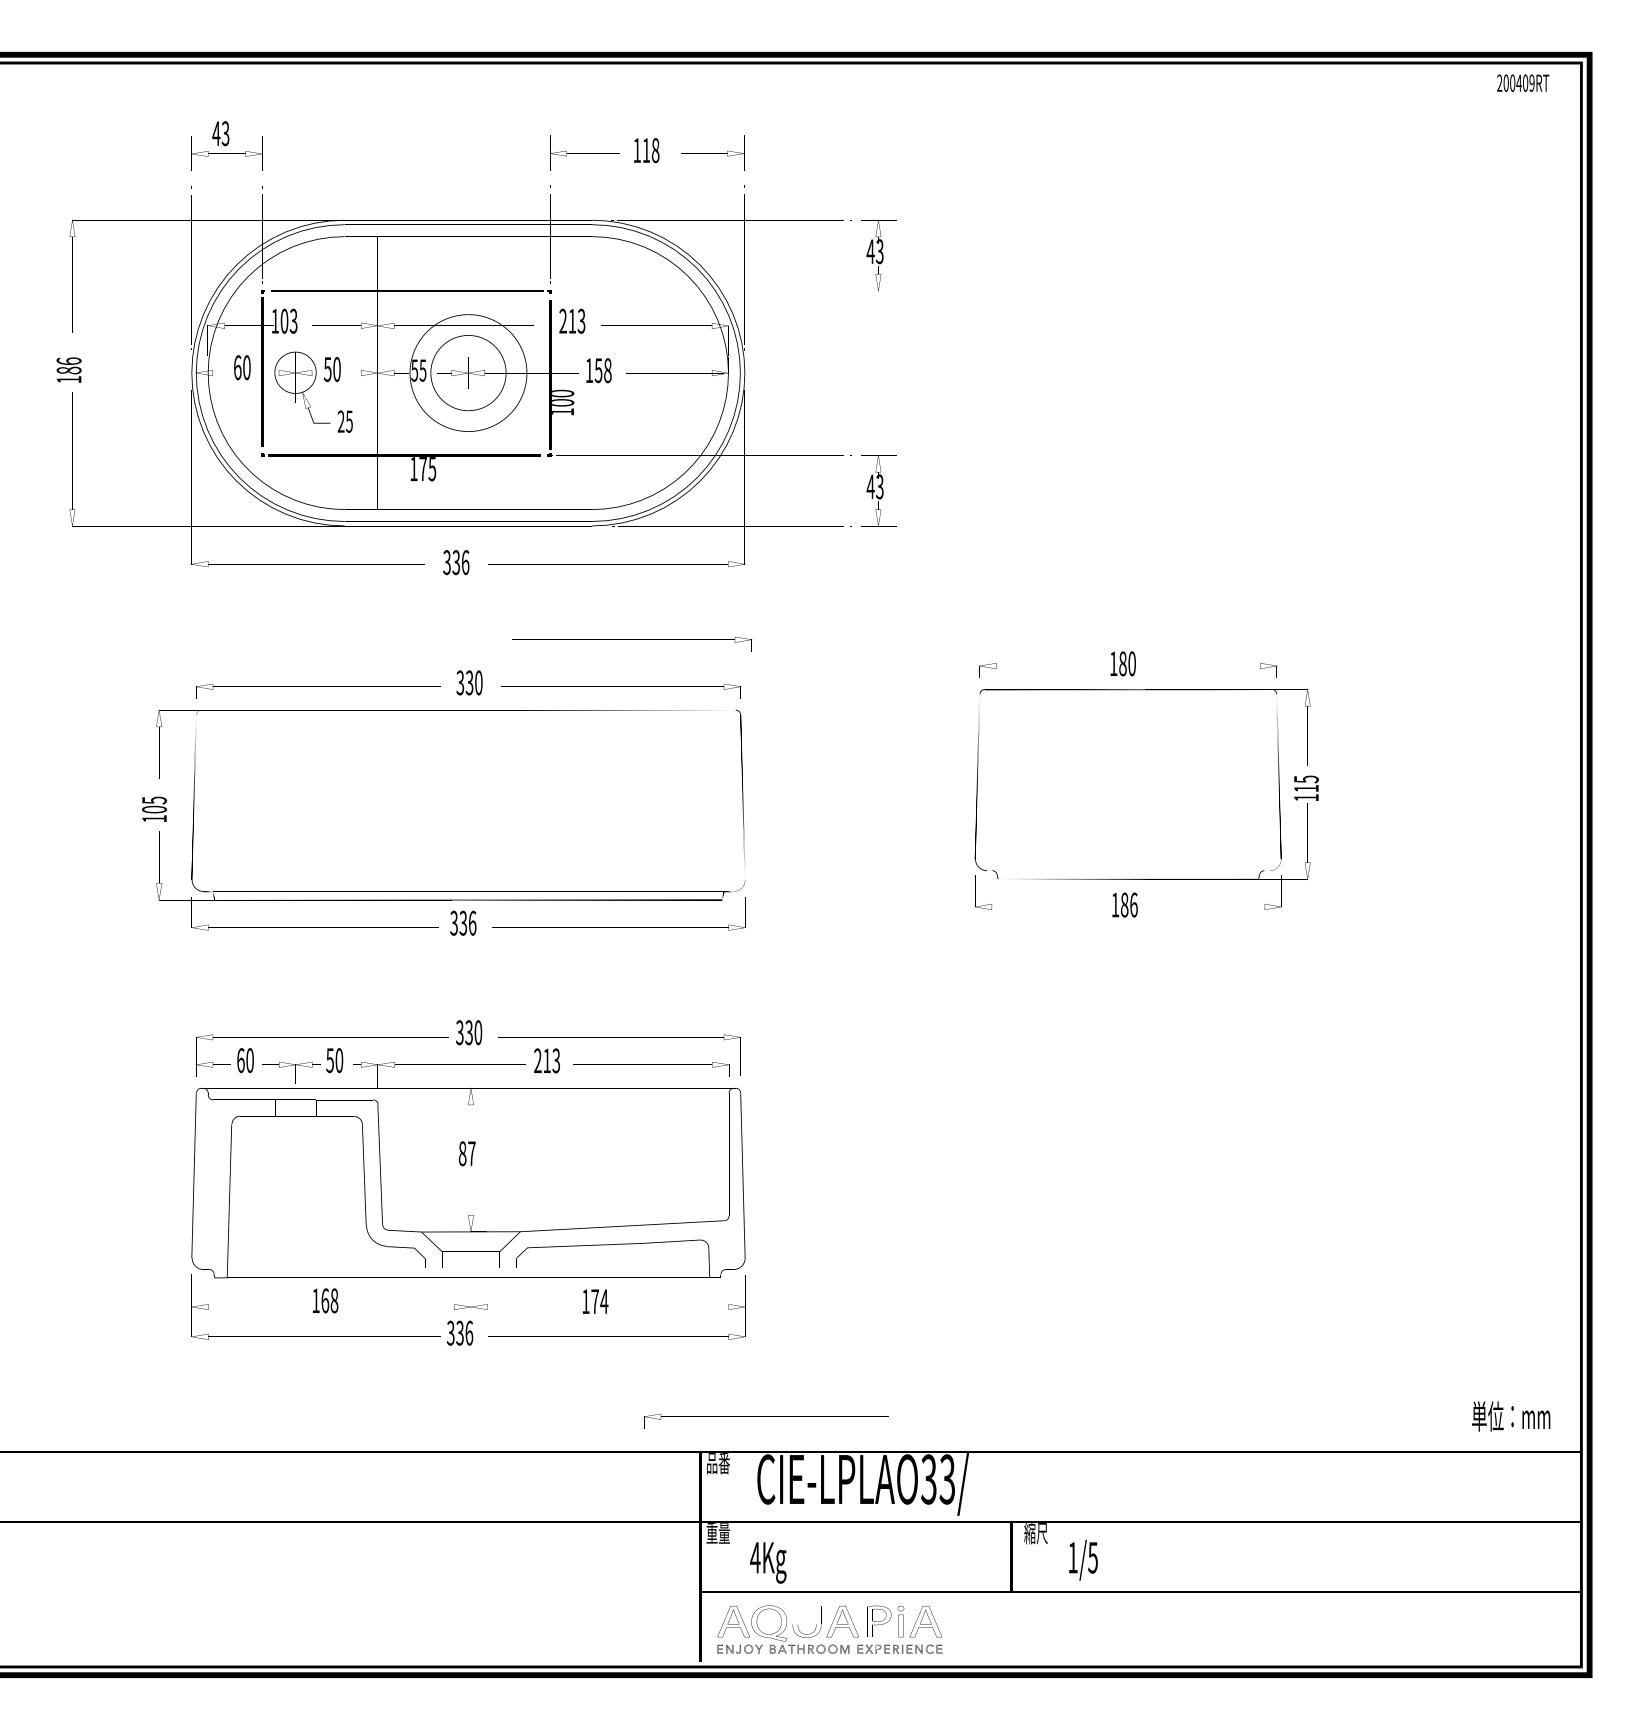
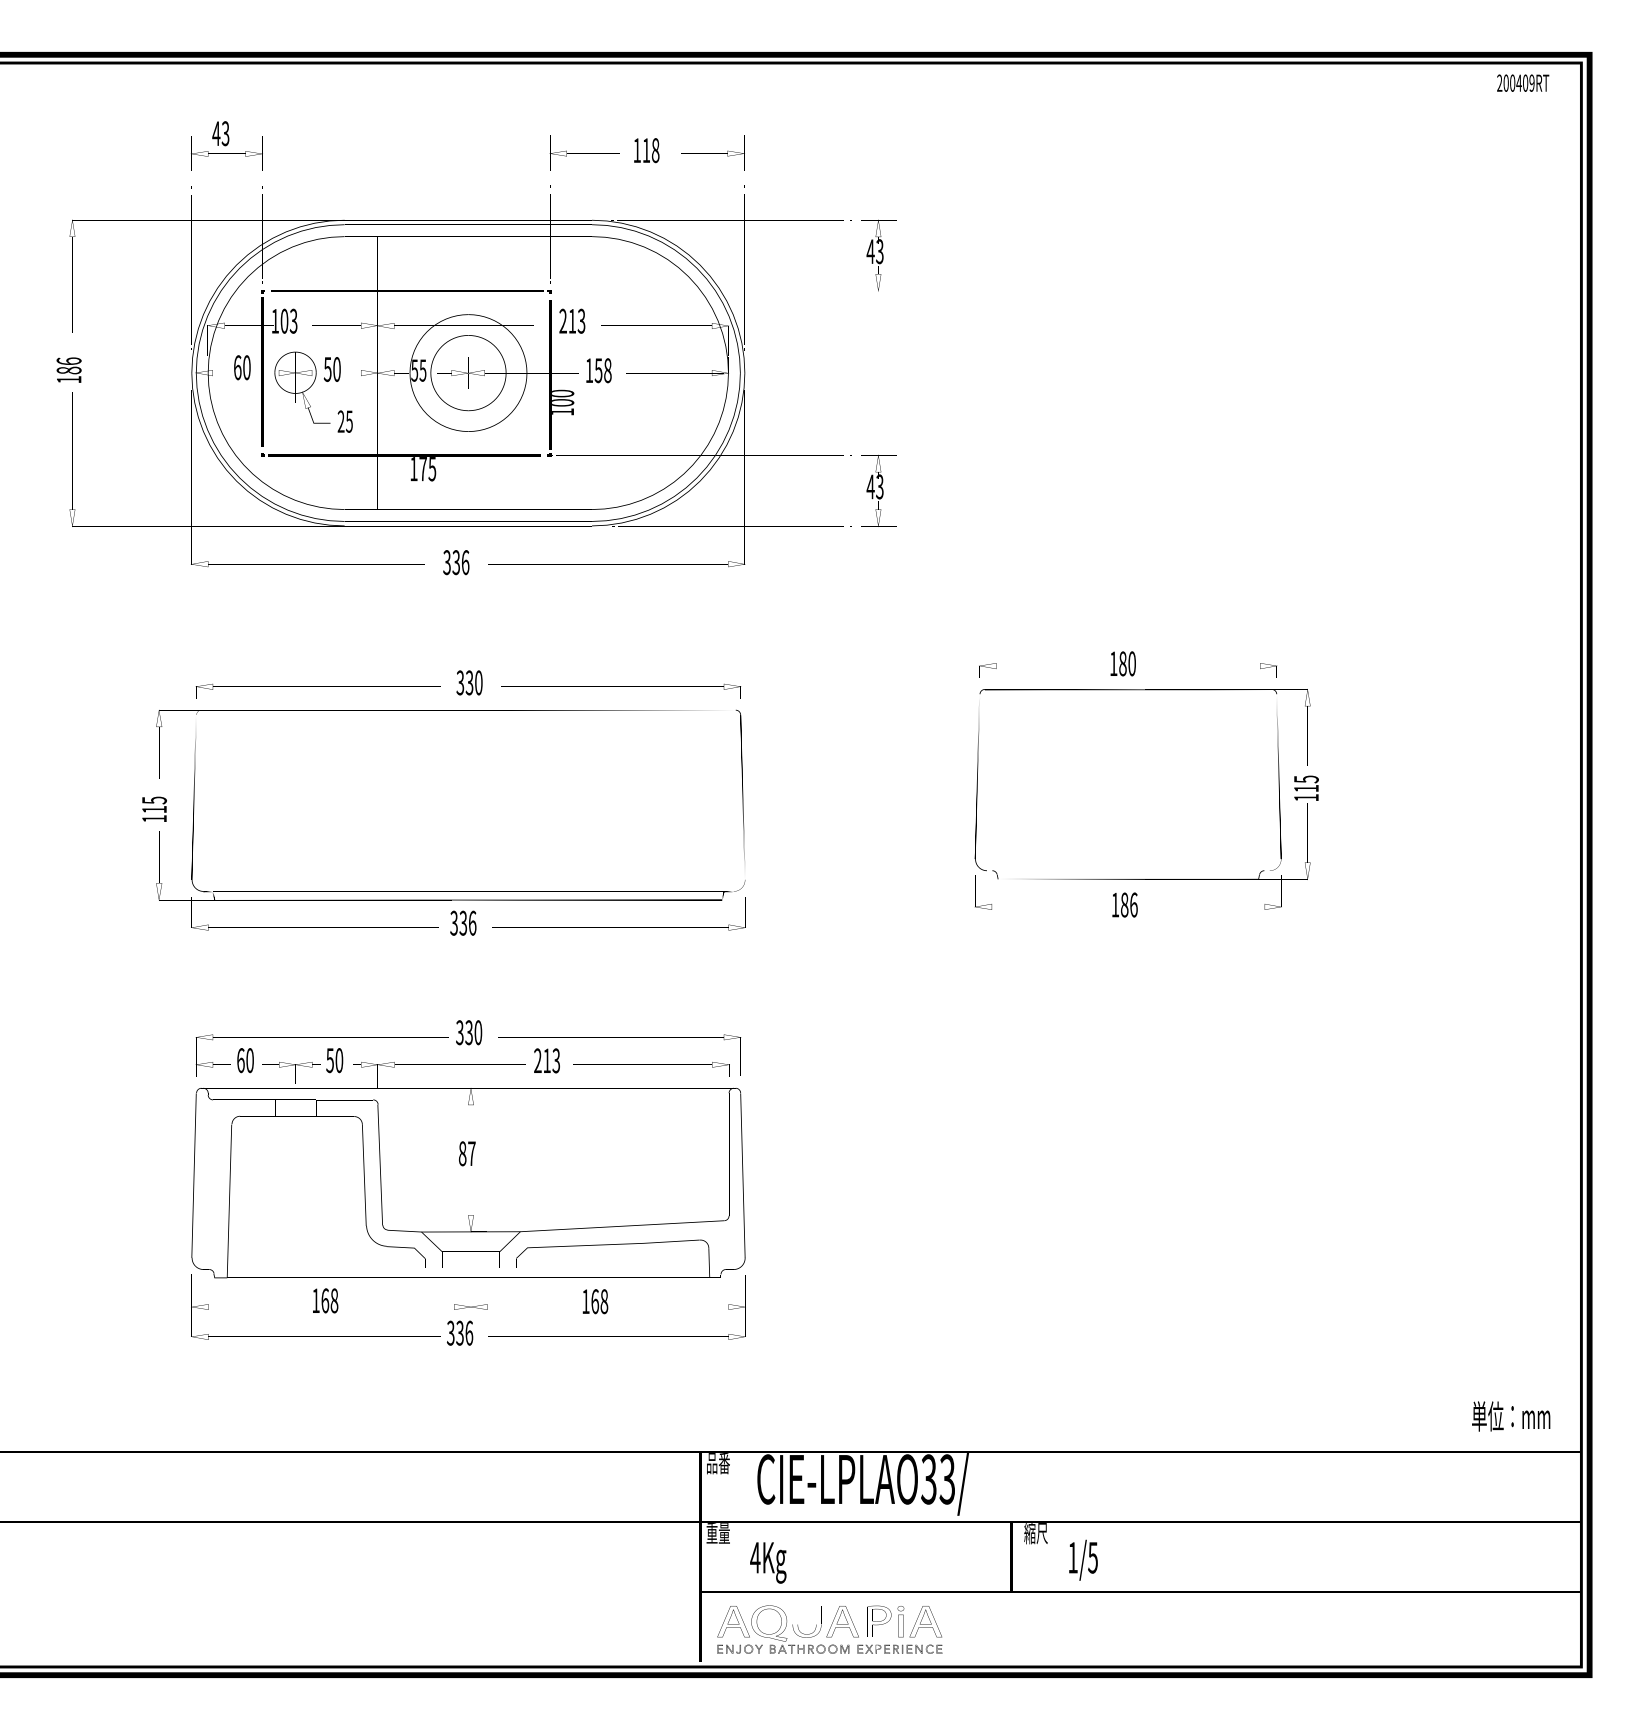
part at (632, 643): present -> none
text at (154, 809): 105 -> 115
text at (599, 1301): 174 -> 168
part at (765, 1420): present -> none
